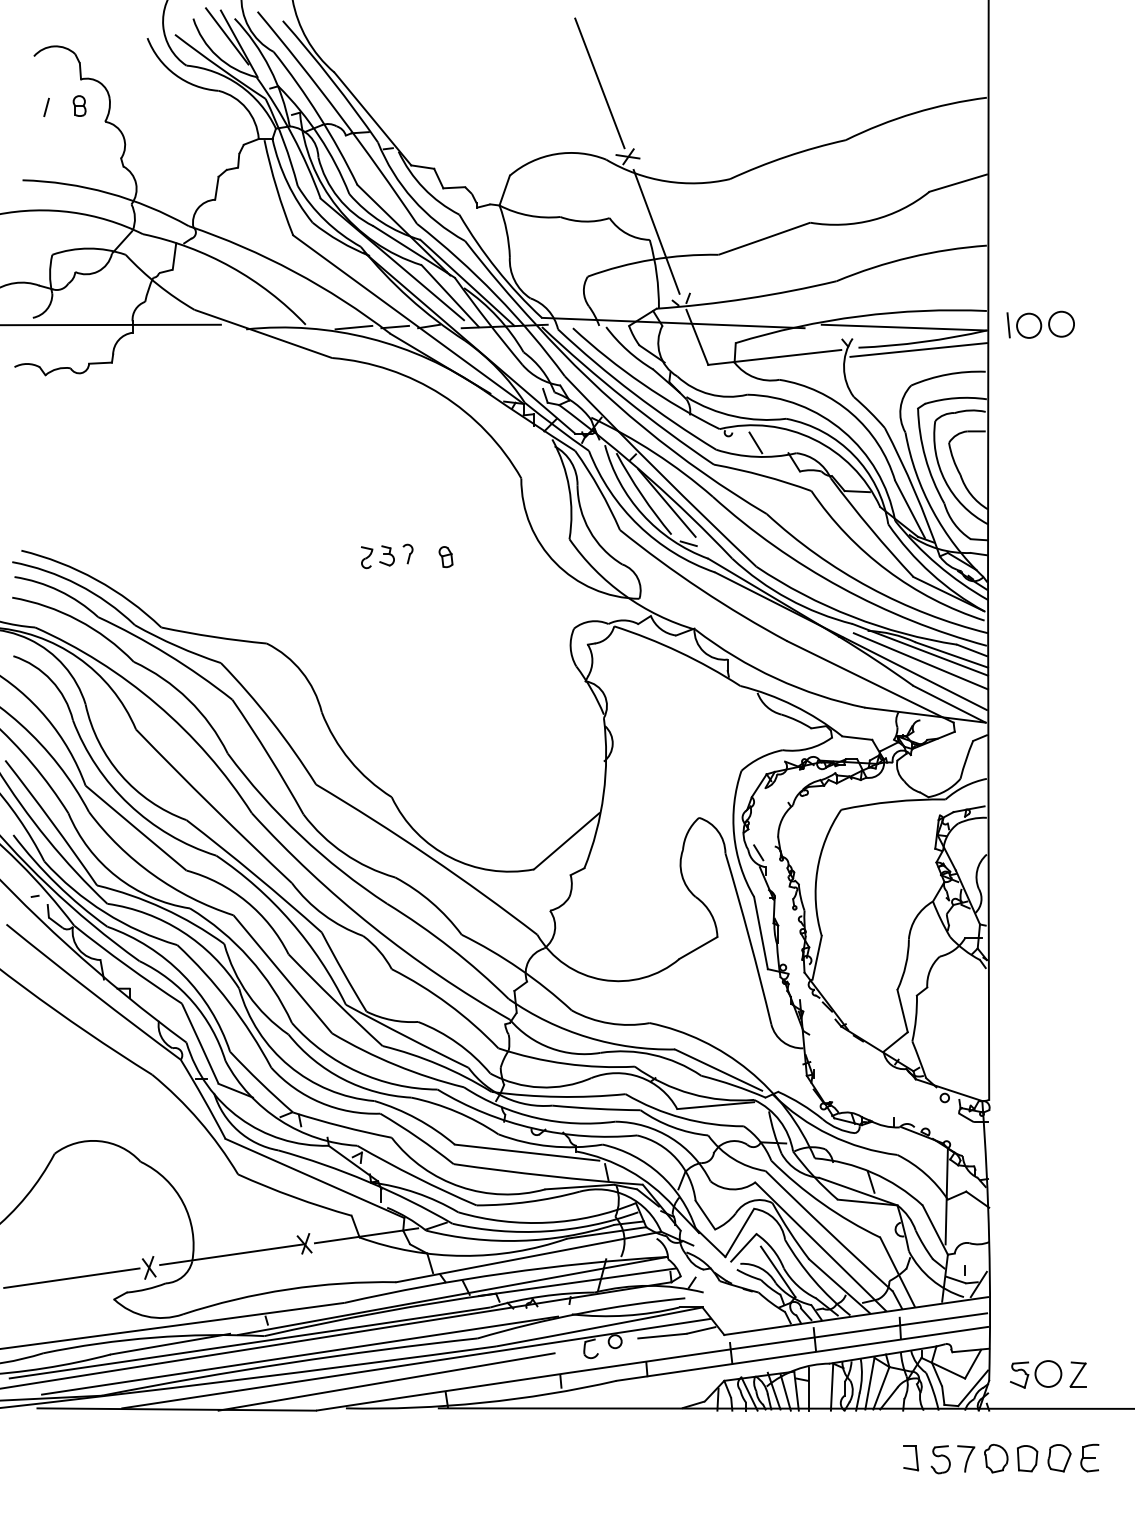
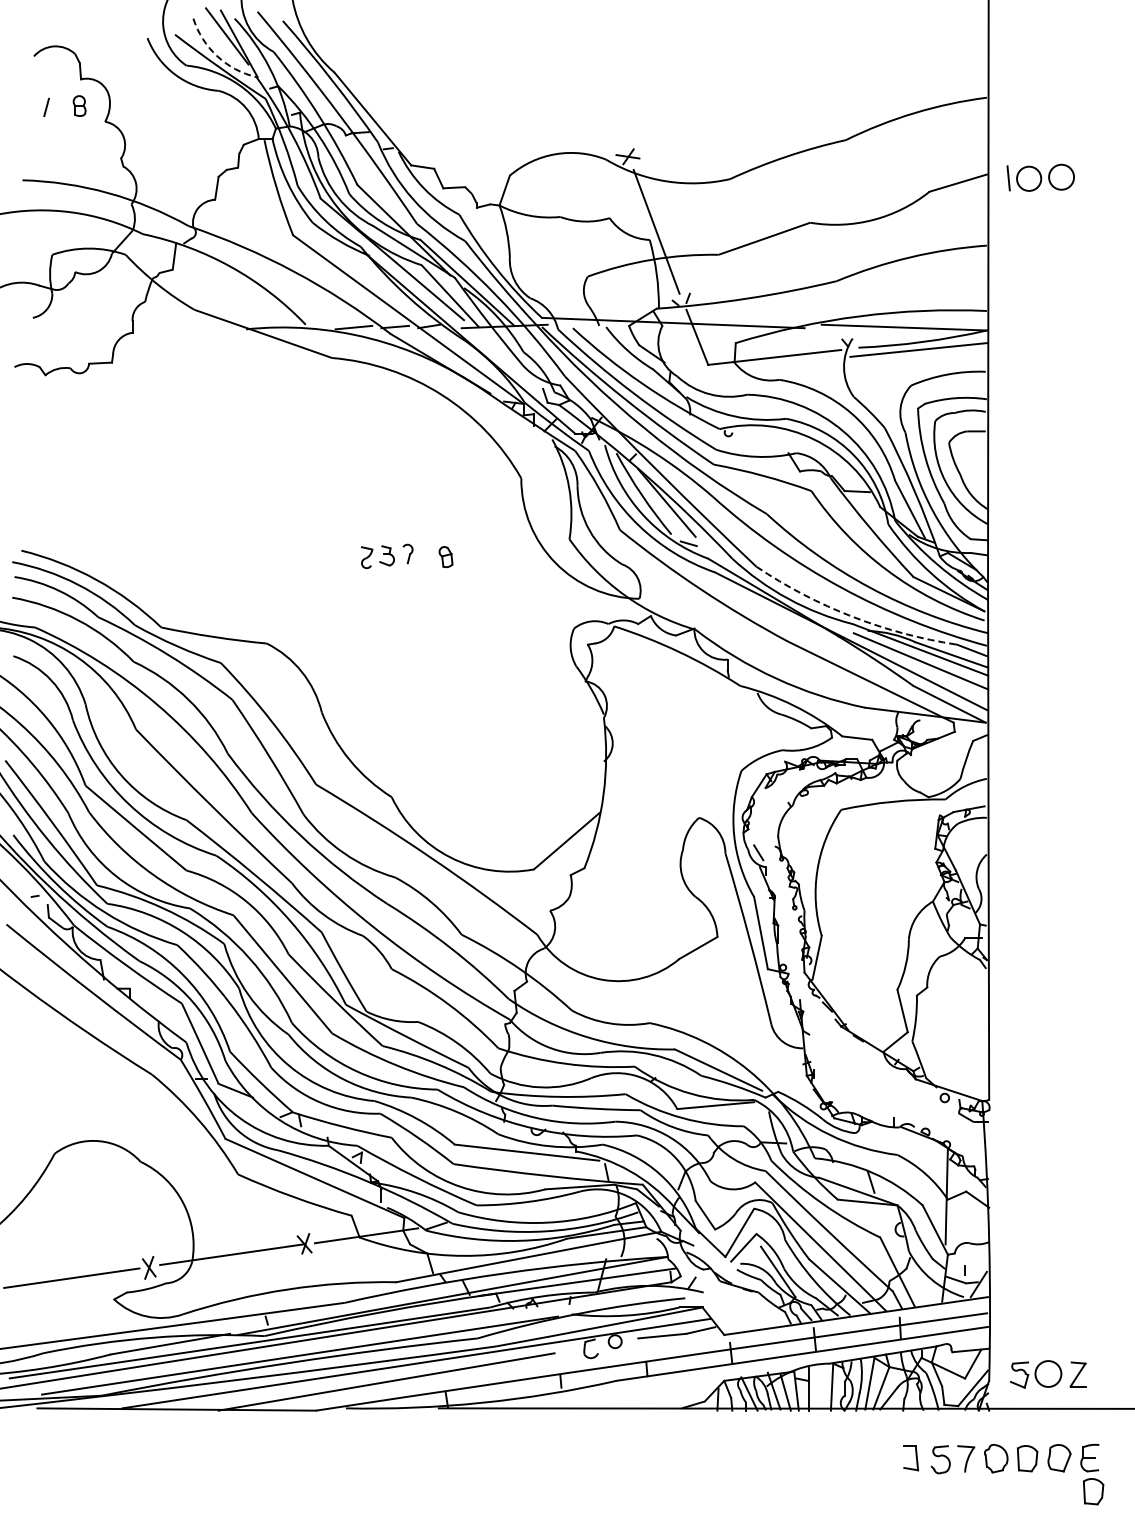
arc at (217, 56): solid -> dashed
line at (599, 83): present -> none
line at (111, 324): present -> none
part at (1040, 324) position: (1040, 324) -> (1040, 177)
line at (755, 442): present -> none
arc at (852, 616): solid -> dashed
part at (1093, 1491): none -> present
